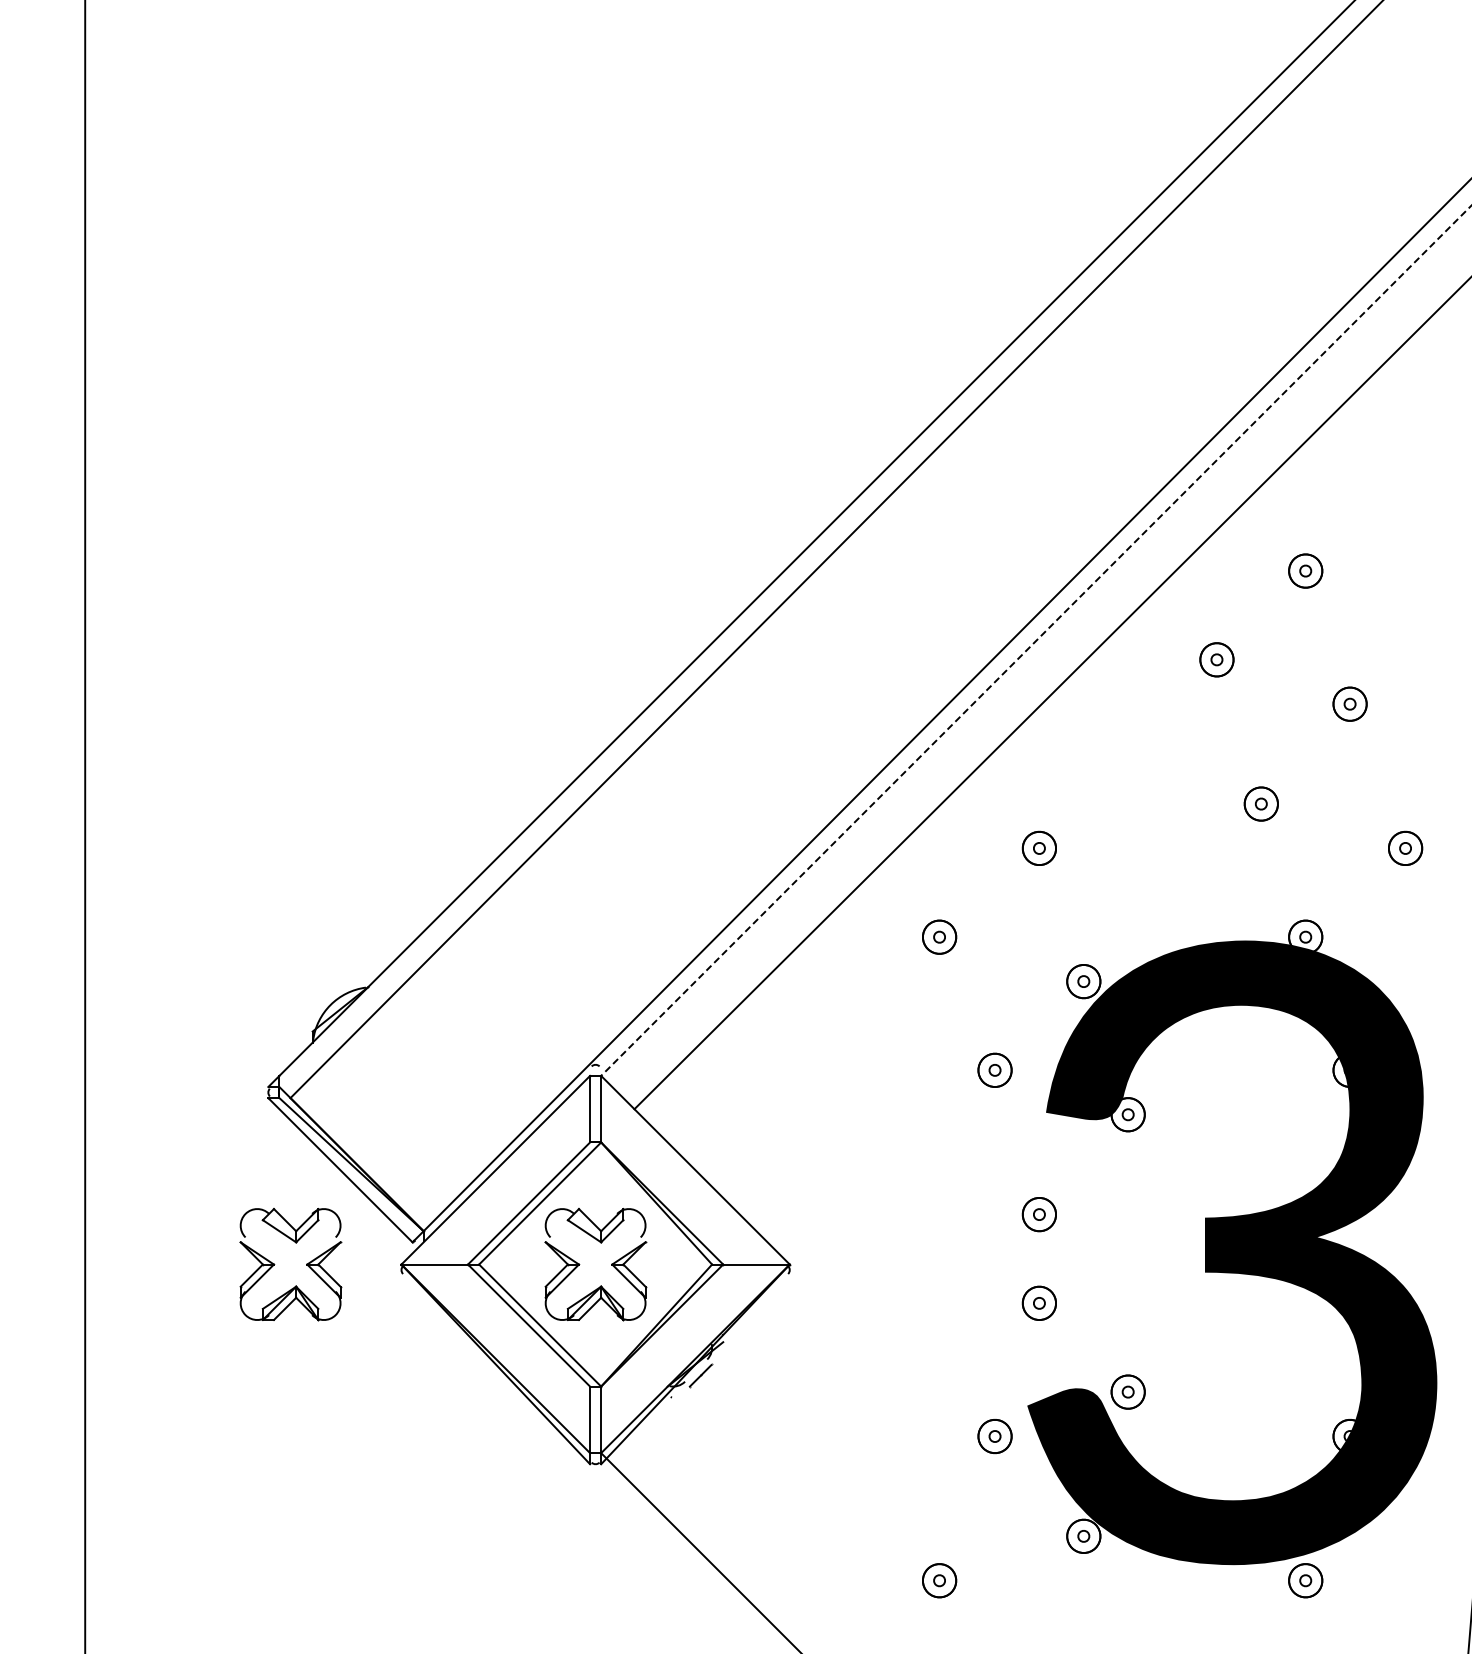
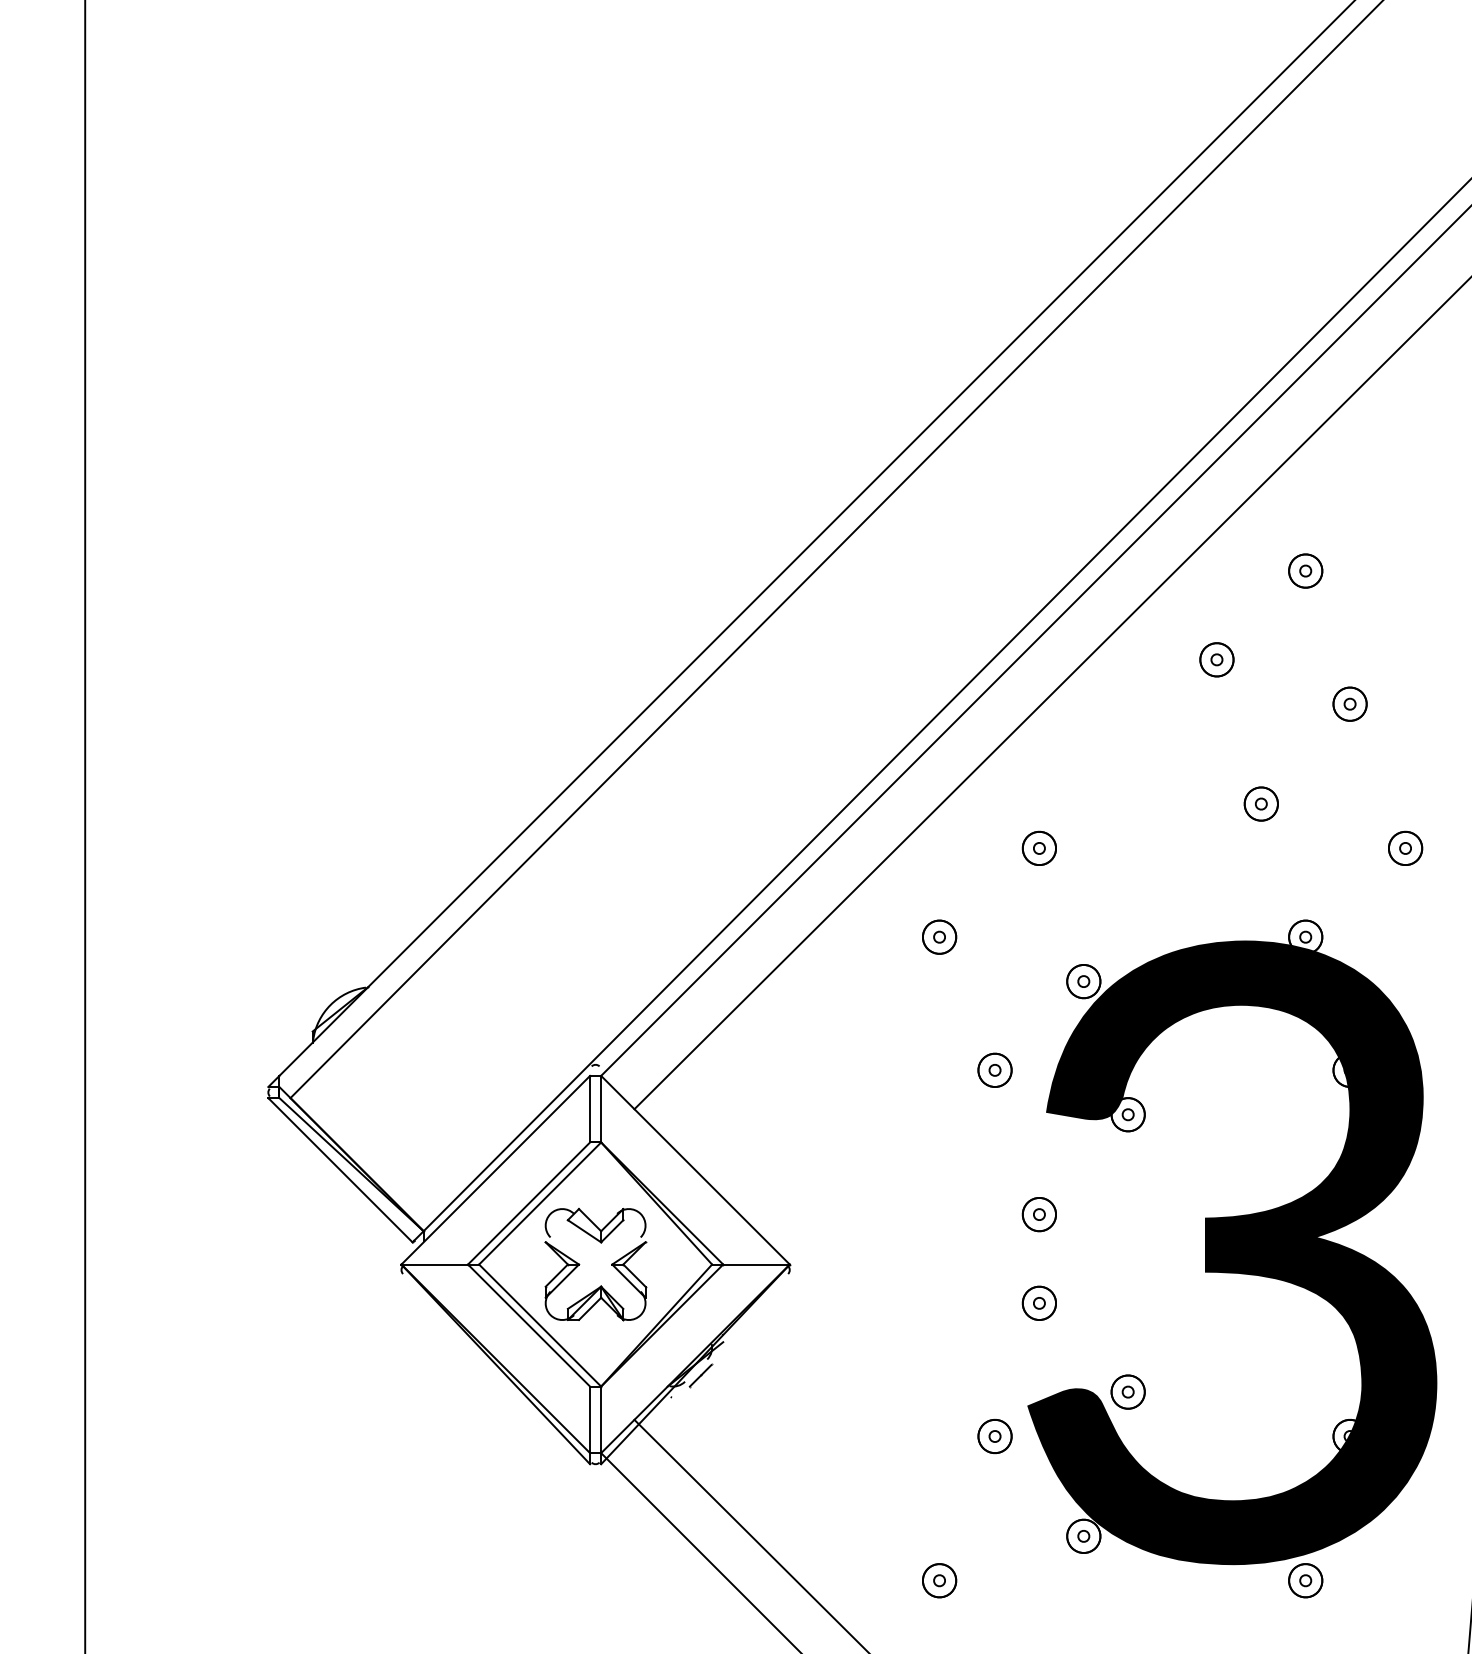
line at (1036, 641): dashed -> solid
part at (275, 1264): present -> none
line at (750, 1534): none -> present
